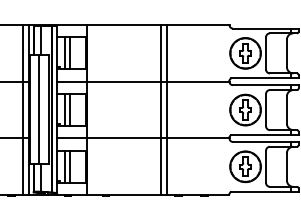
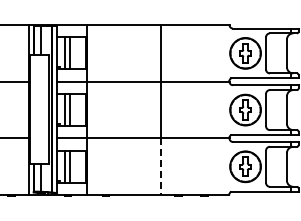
line at (38, 109): present -> none
line at (22, 110): present -> none
line at (167, 110): present -> none
line at (160, 167): solid -> dashed
